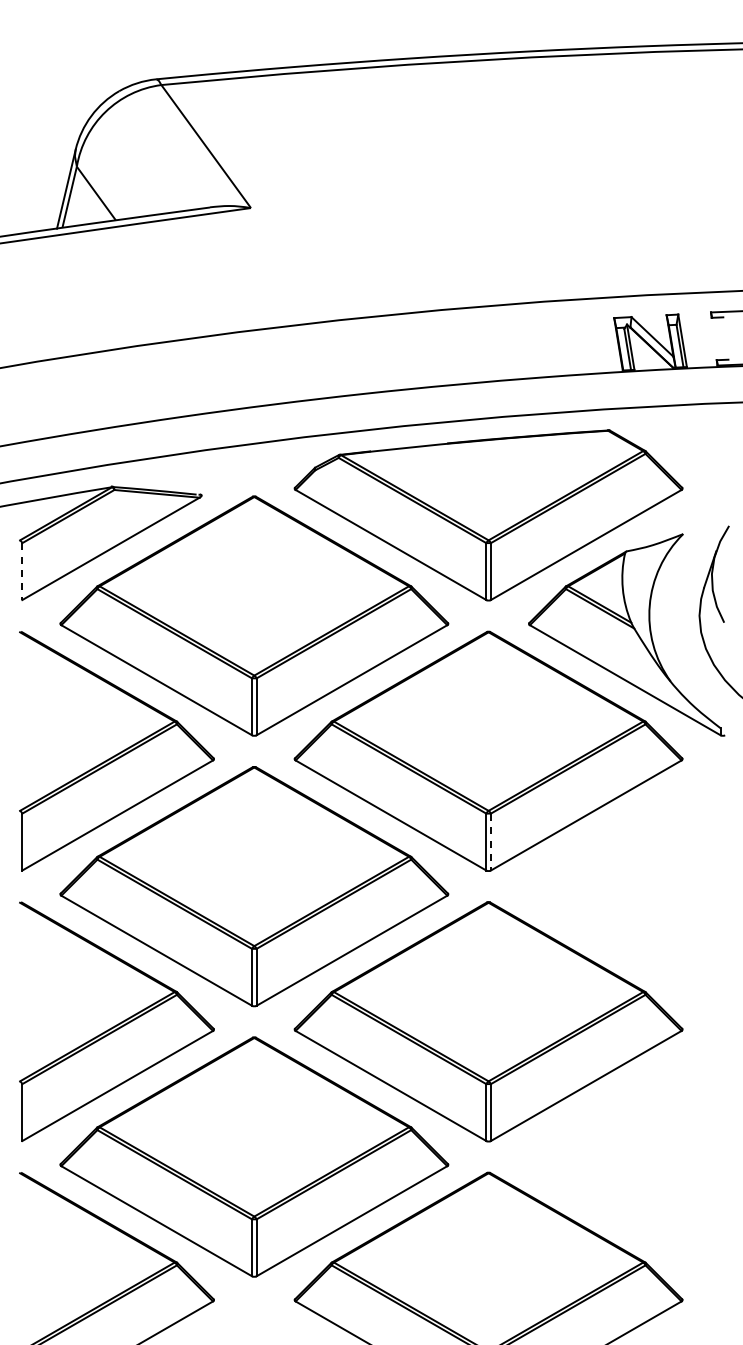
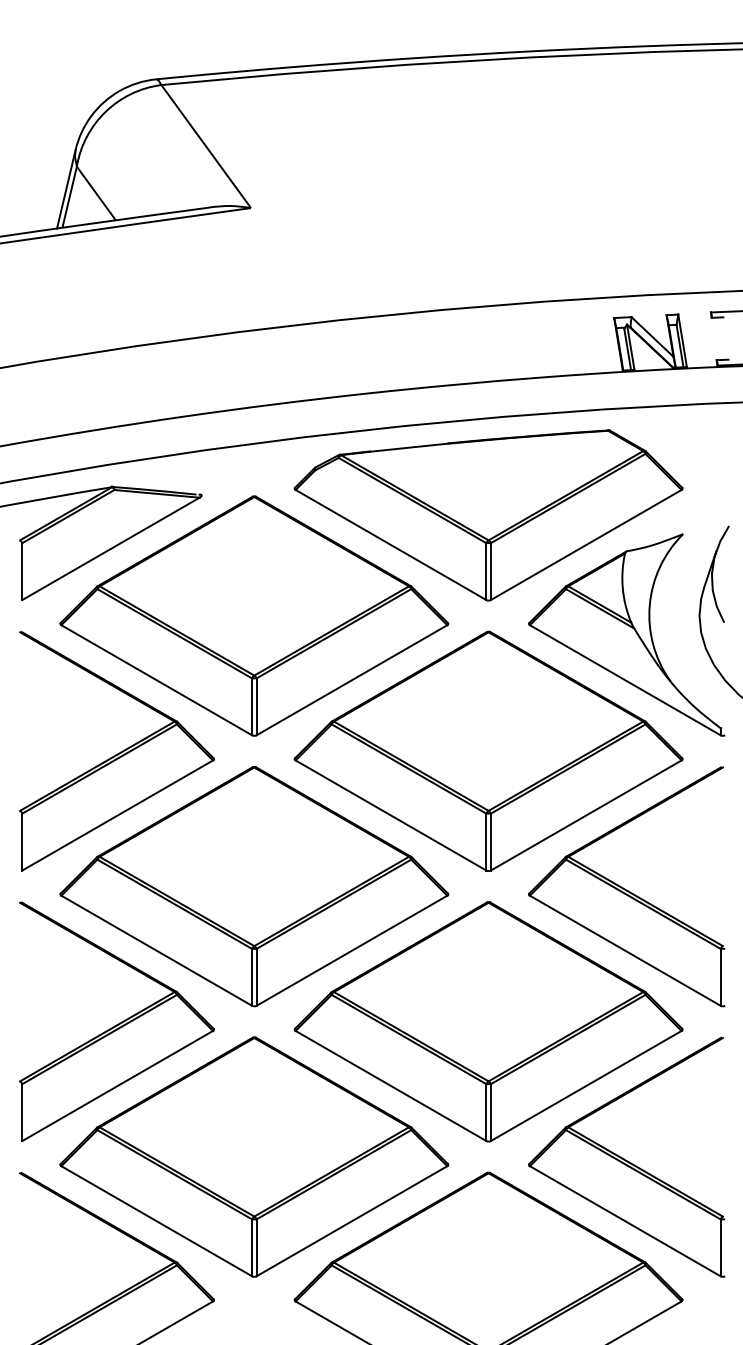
line at (22, 572): dashed -> solid
line at (490, 842): dashed -> solid
part at (626, 886): none -> present
part at (626, 1156): none -> present
